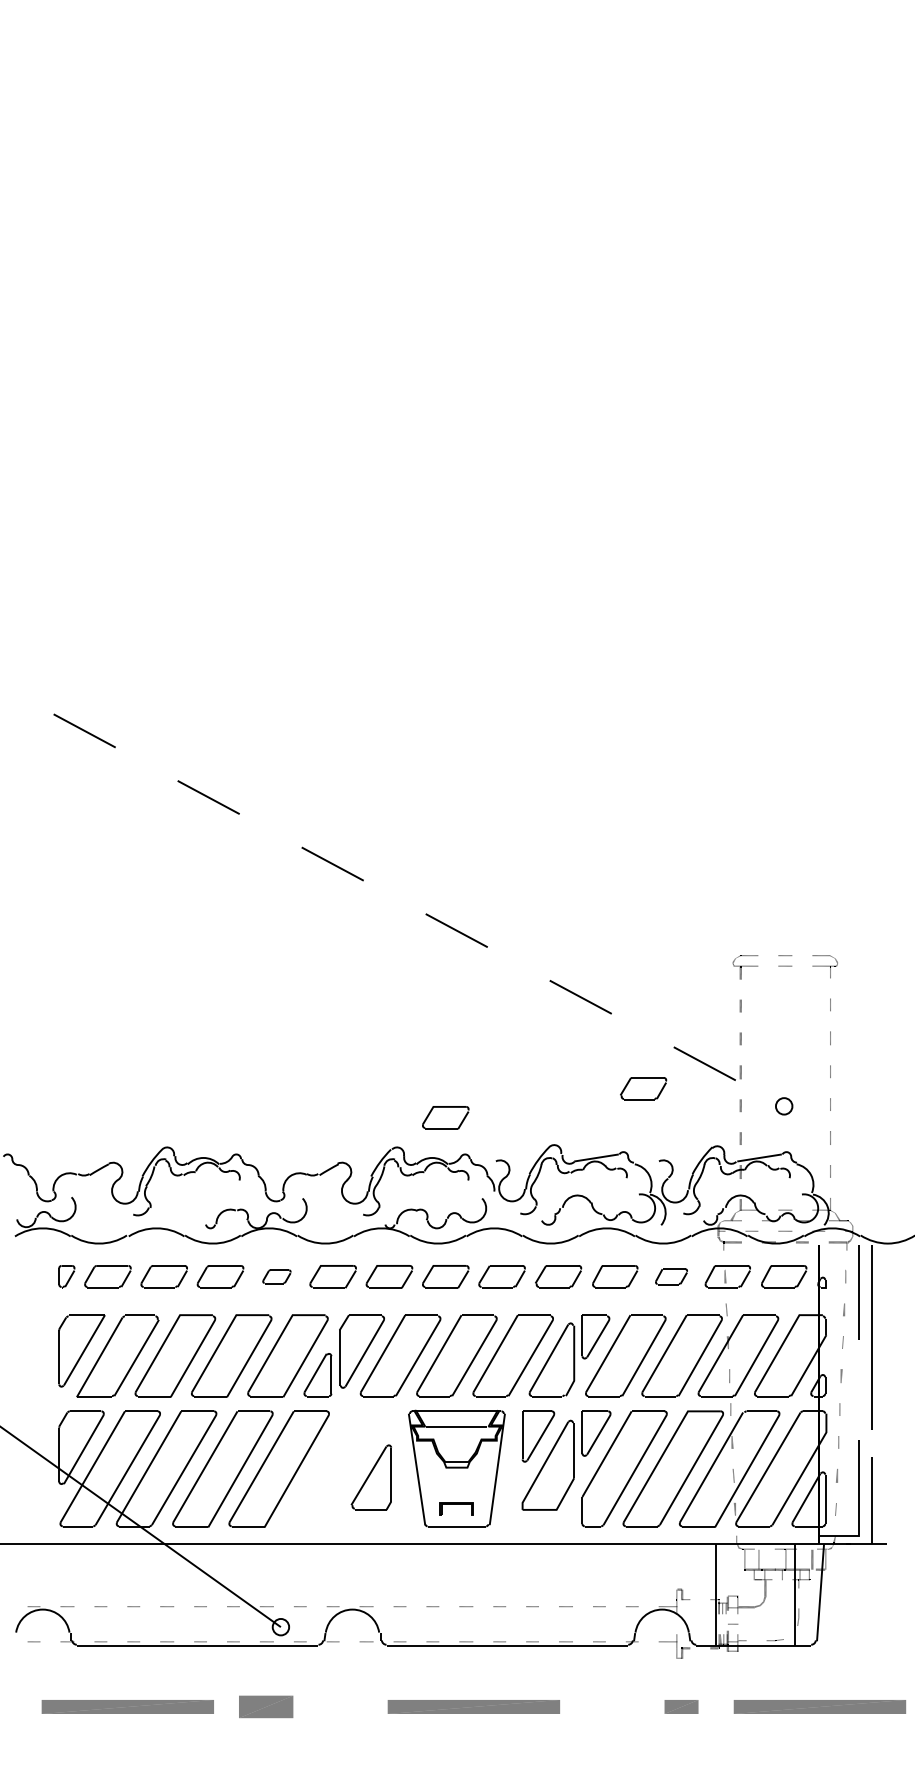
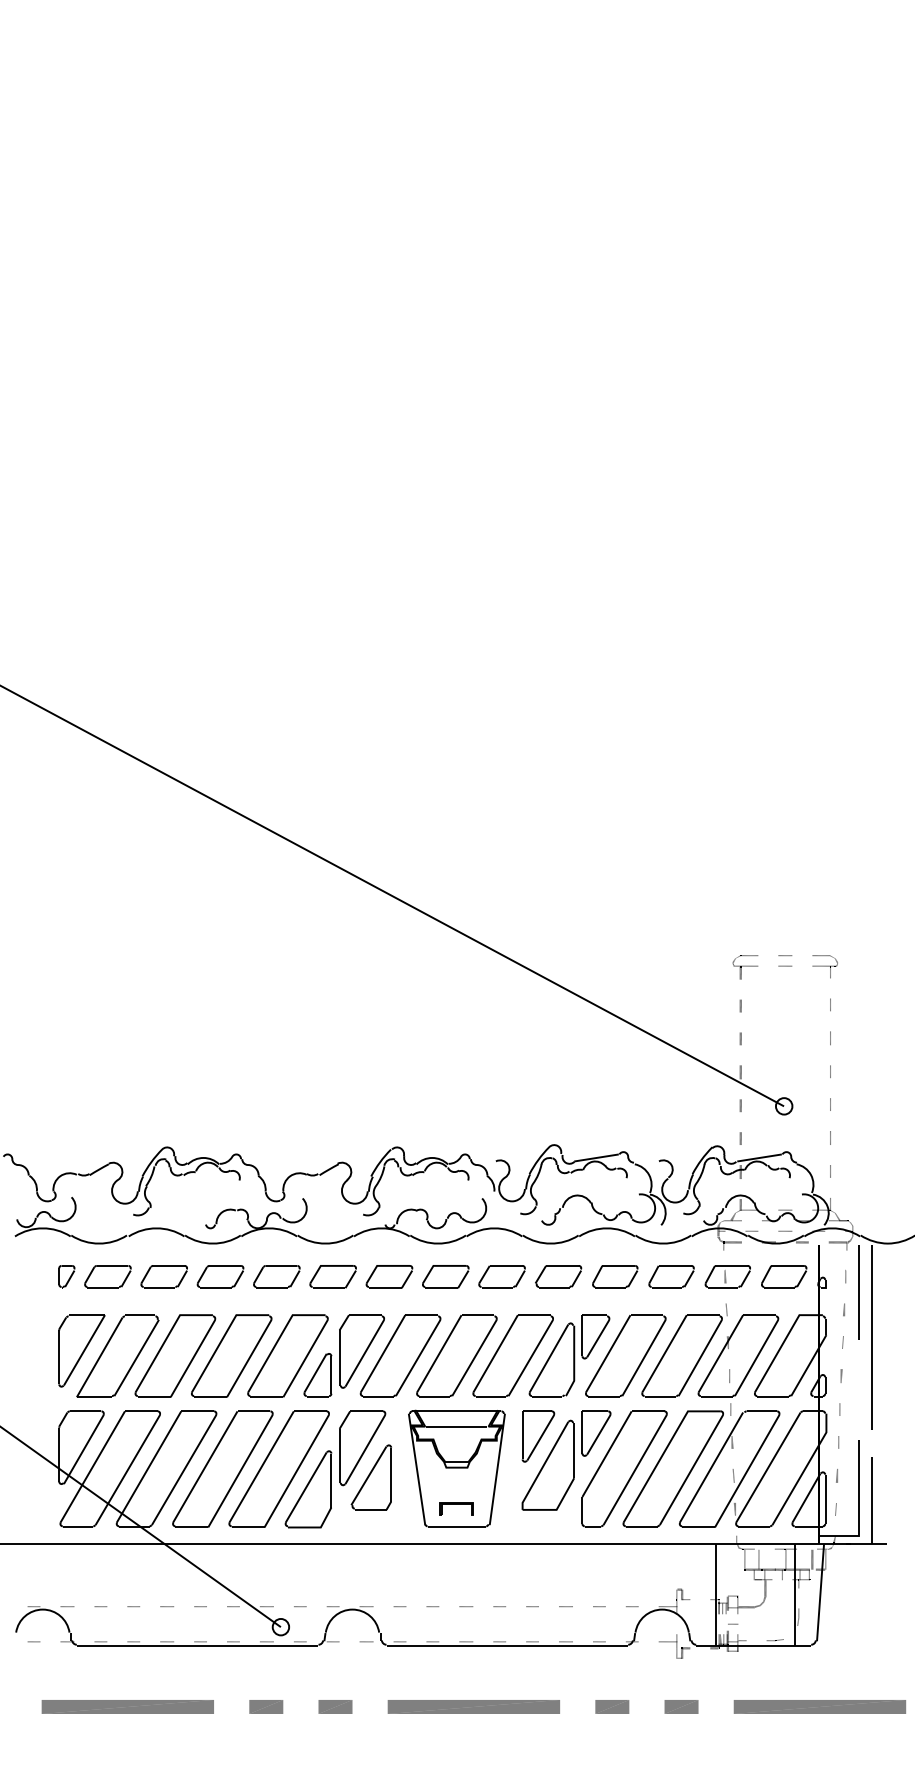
line at (392, 895): dashed -> solid
part at (643, 1088): present -> none
part at (445, 1117): present -> none
part at (276, 1276) size: 30x16 px -> 48x24 px
part at (671, 1276) size: 33x18 px -> 47x24 px
part at (335, 1469): none -> present
part at (266, 1706) size: 55x23 px -> 35x14 px
part at (335, 1706): none -> present
part at (612, 1706): none -> present
